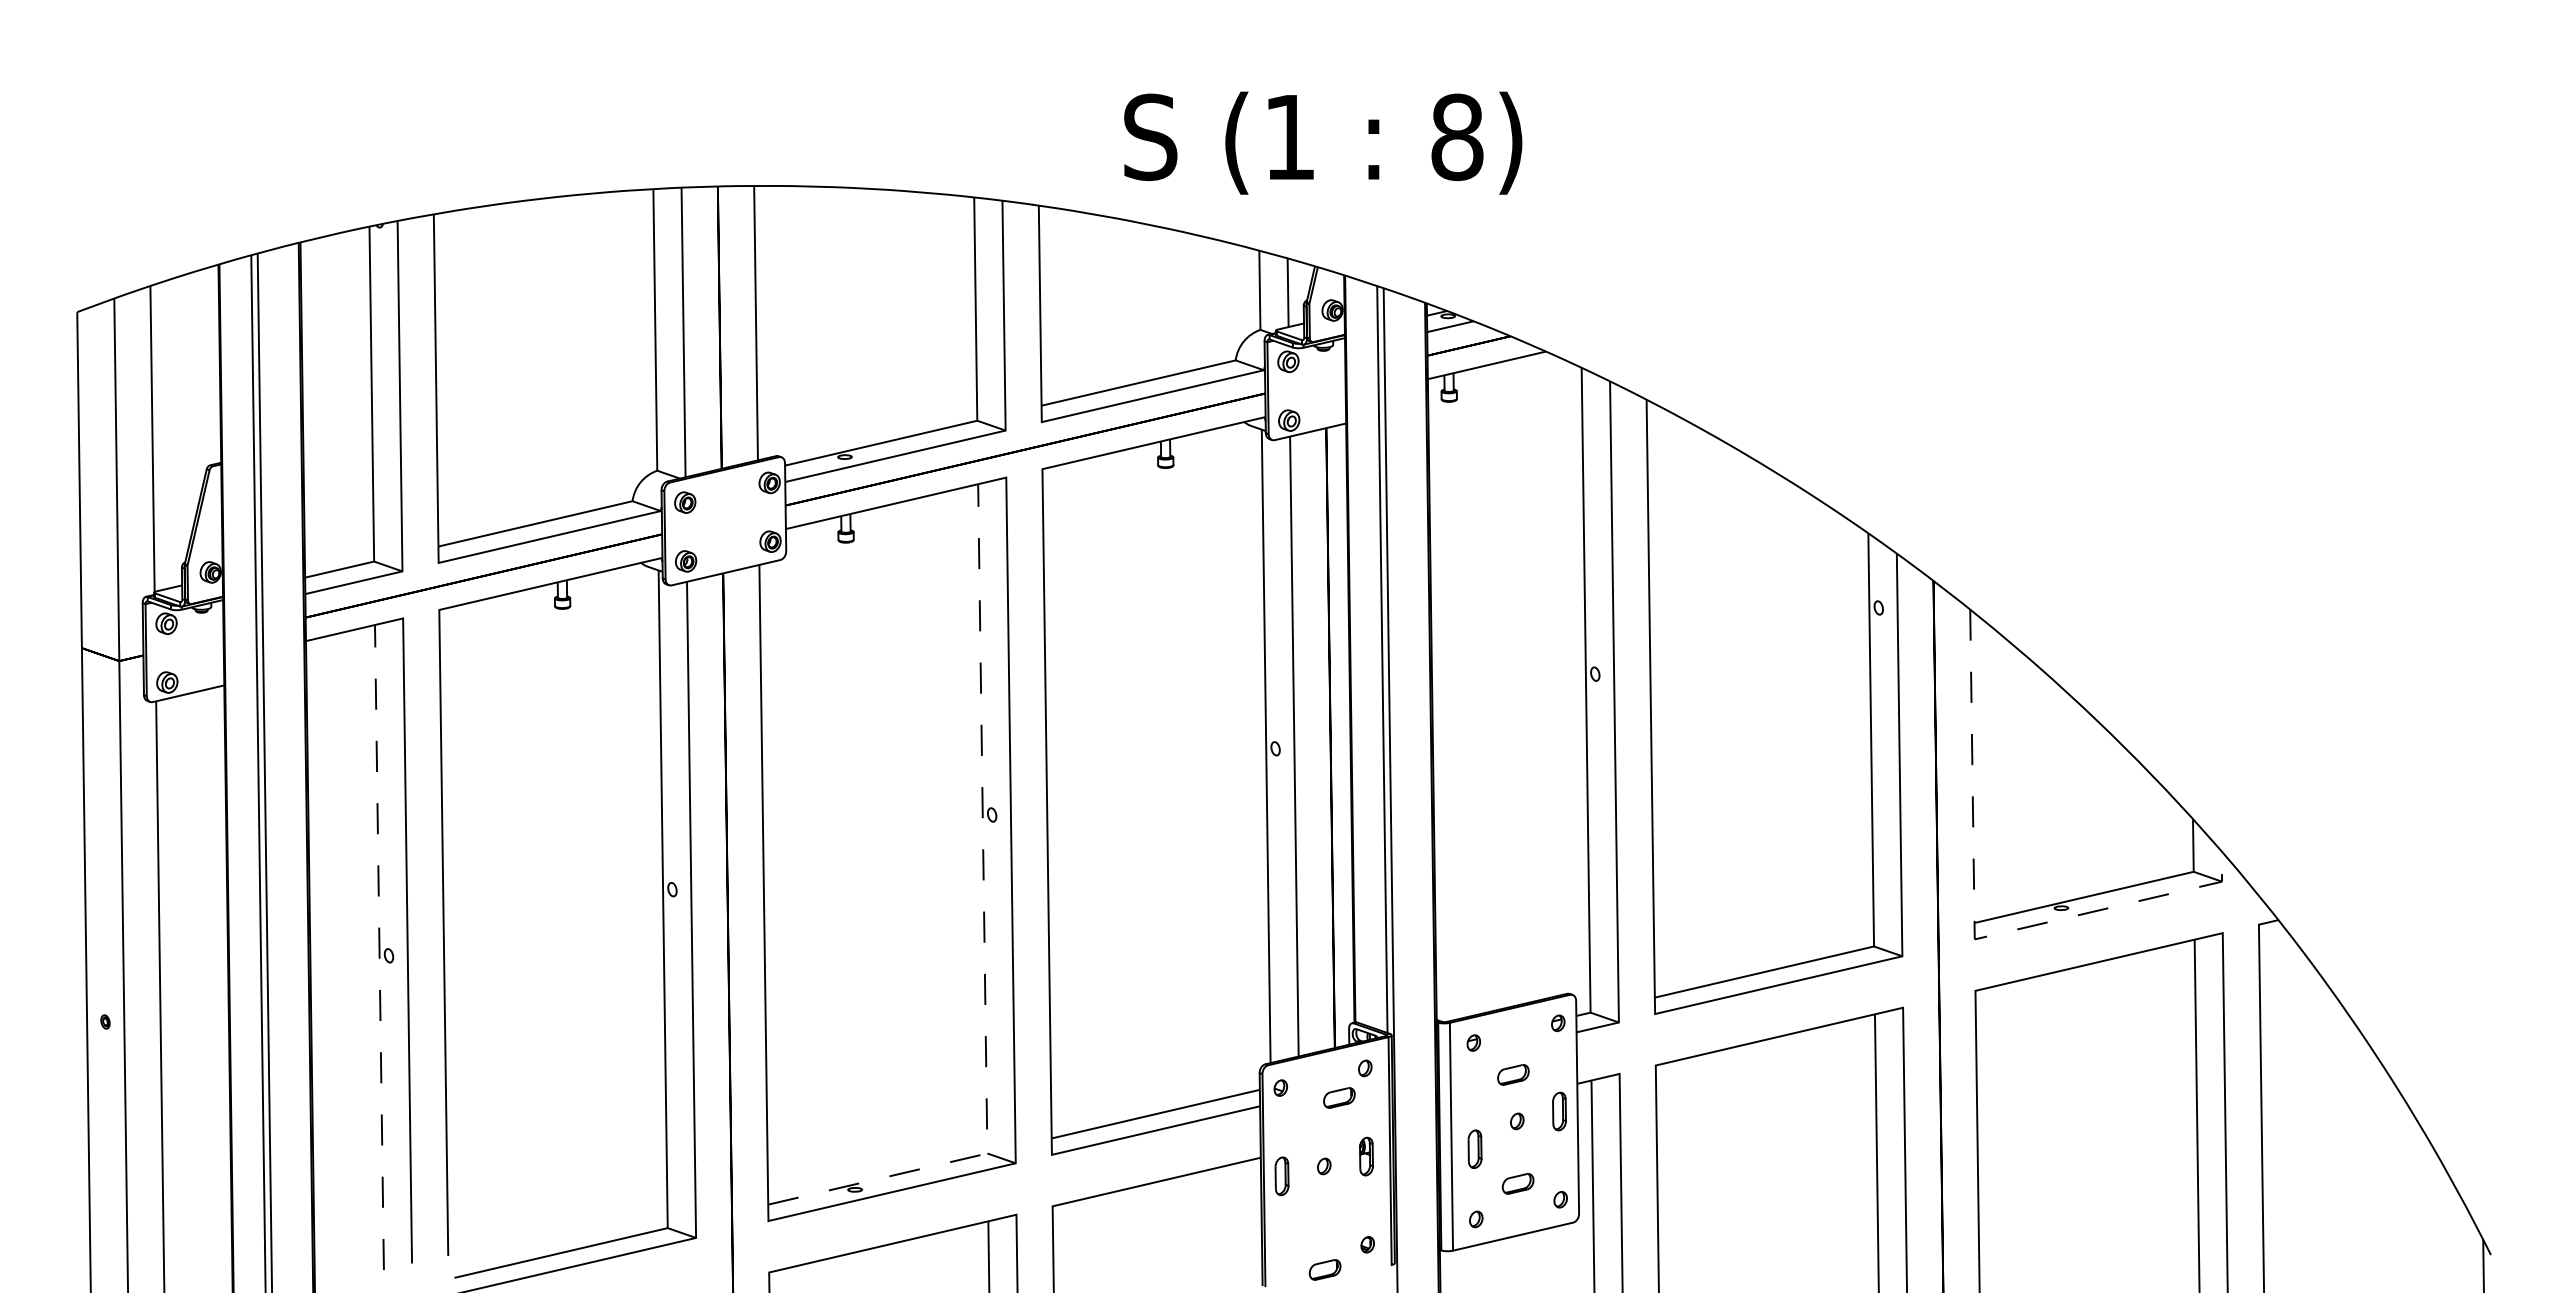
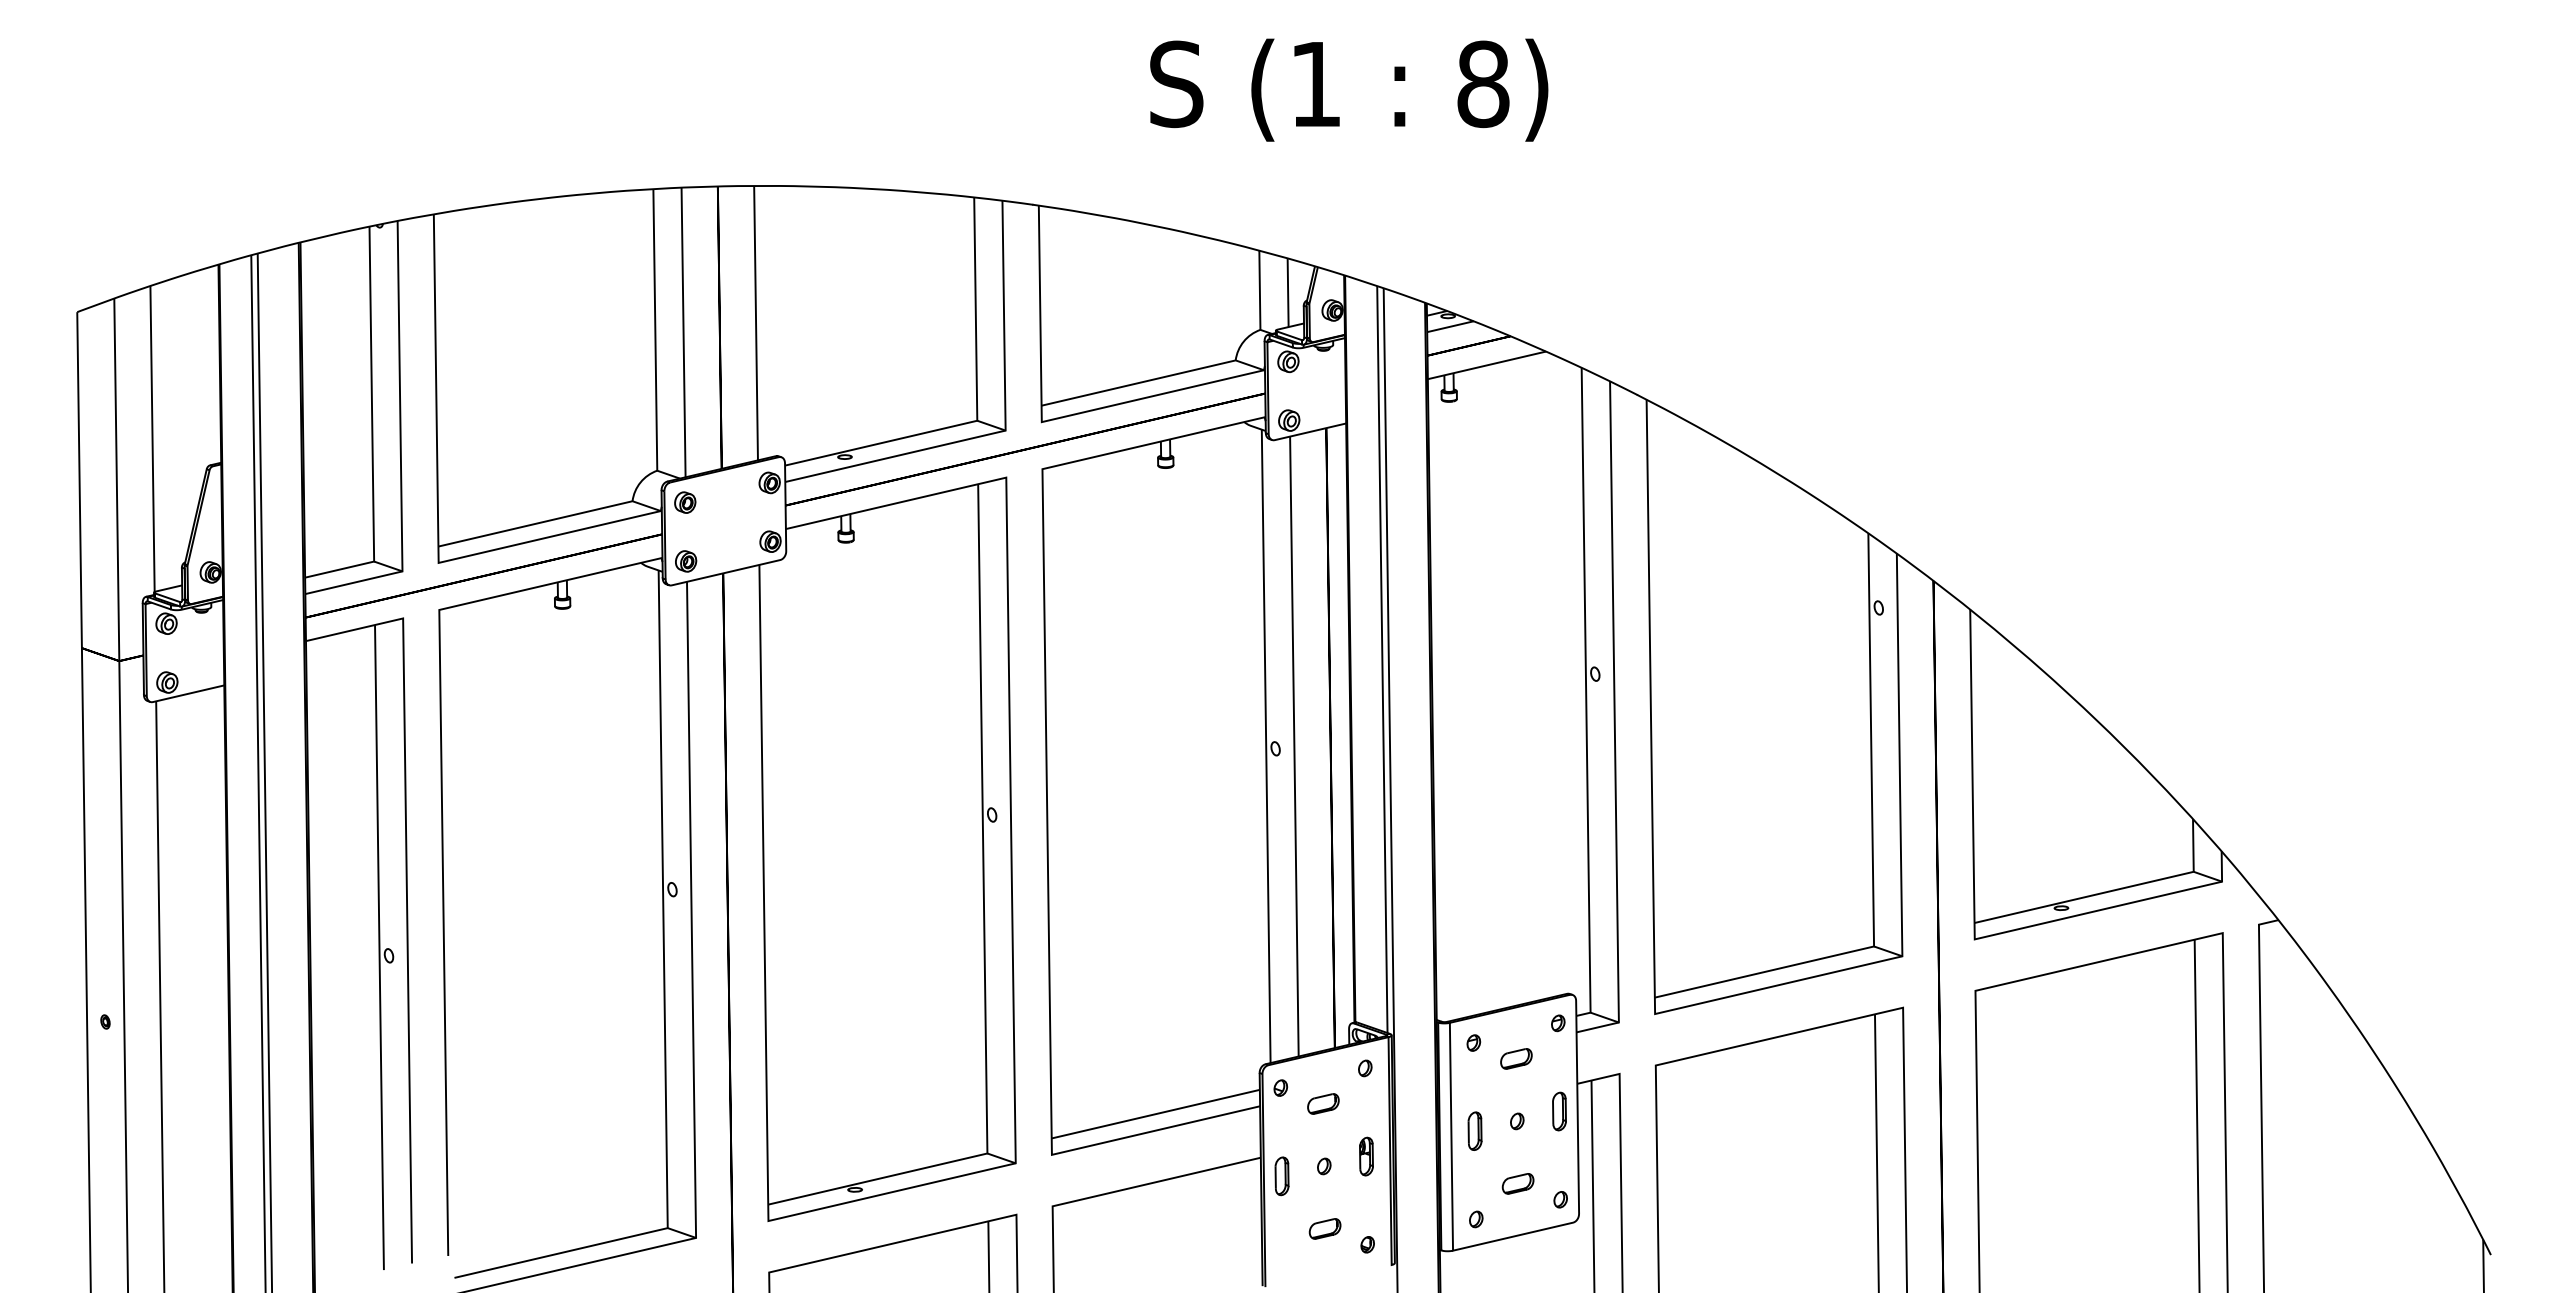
text at (1323, 142) position: (1323, 142) -> (1349, 89)
line at (1974, 918): dashed -> solid
line at (984, 931): dashed -> solid
line at (379, 947): dashed -> solid
part at (1513, 1074) position: (1513, 1074) -> (1516, 1058)
part at (1339, 1097) position: (1339, 1097) -> (1323, 1103)
part at (1474, 1148) position: (1474, 1148) -> (1474, 1130)
part at (1324, 1269) position: (1324, 1269) -> (1324, 1228)
